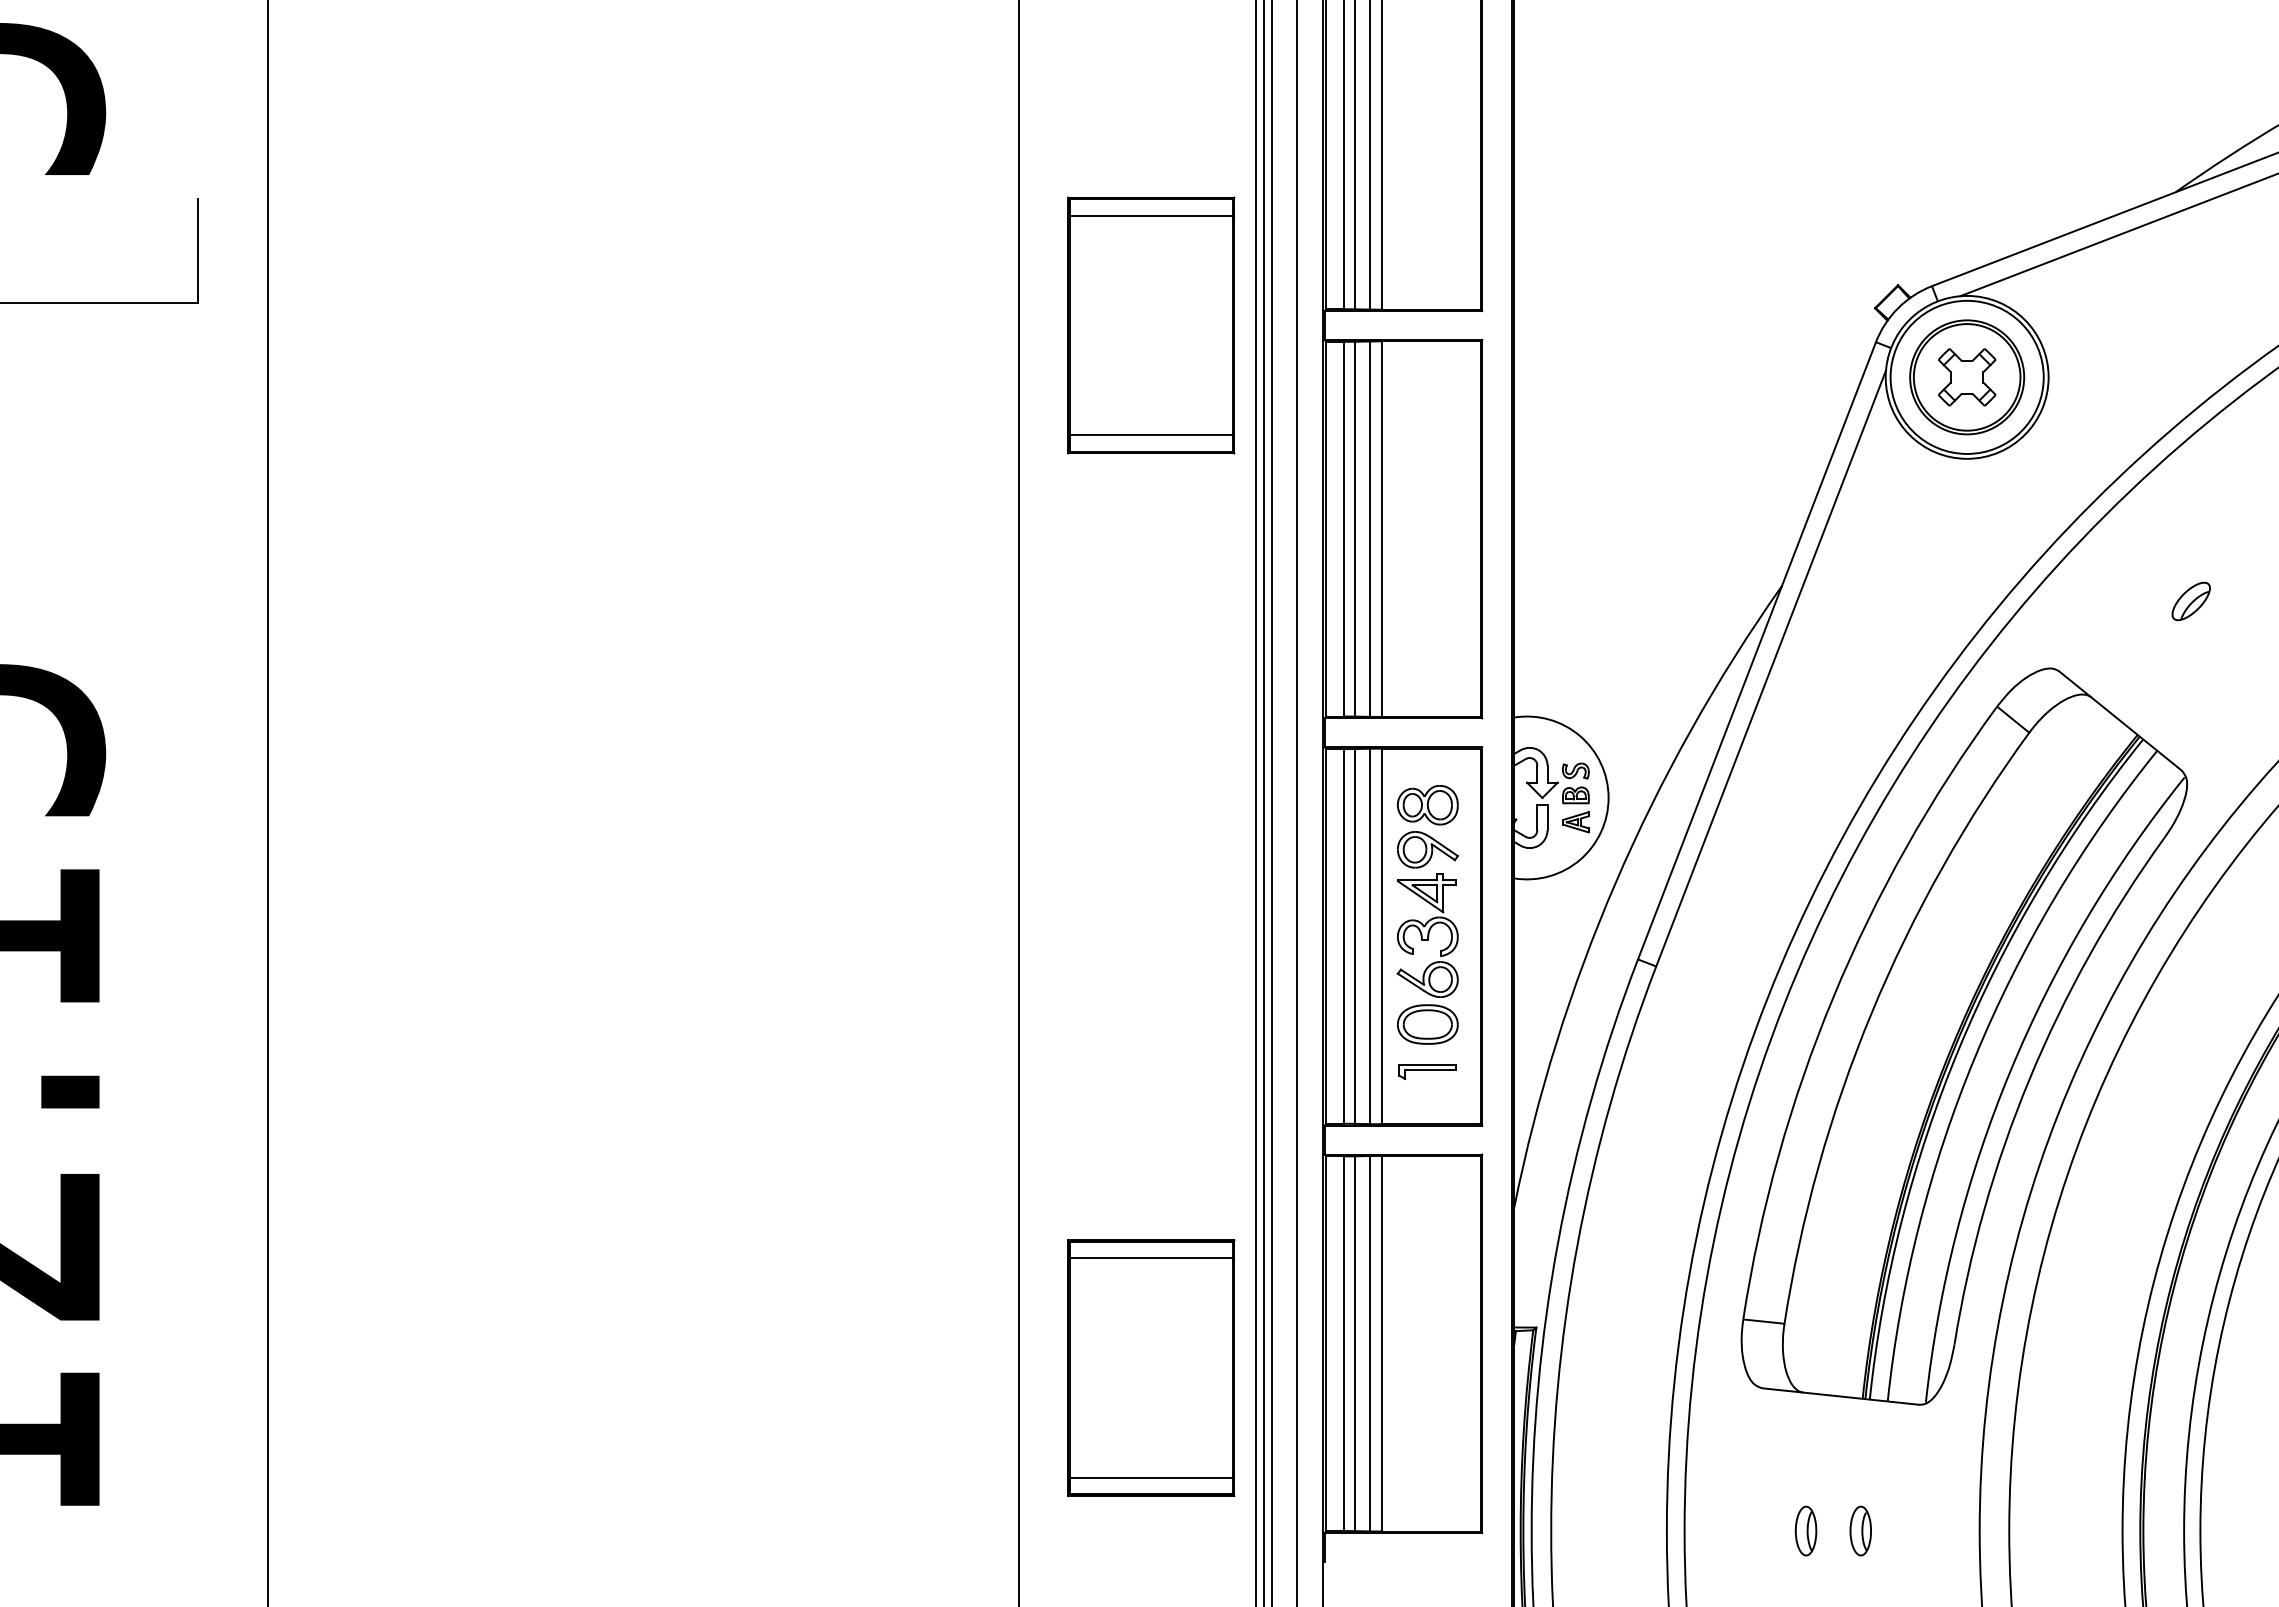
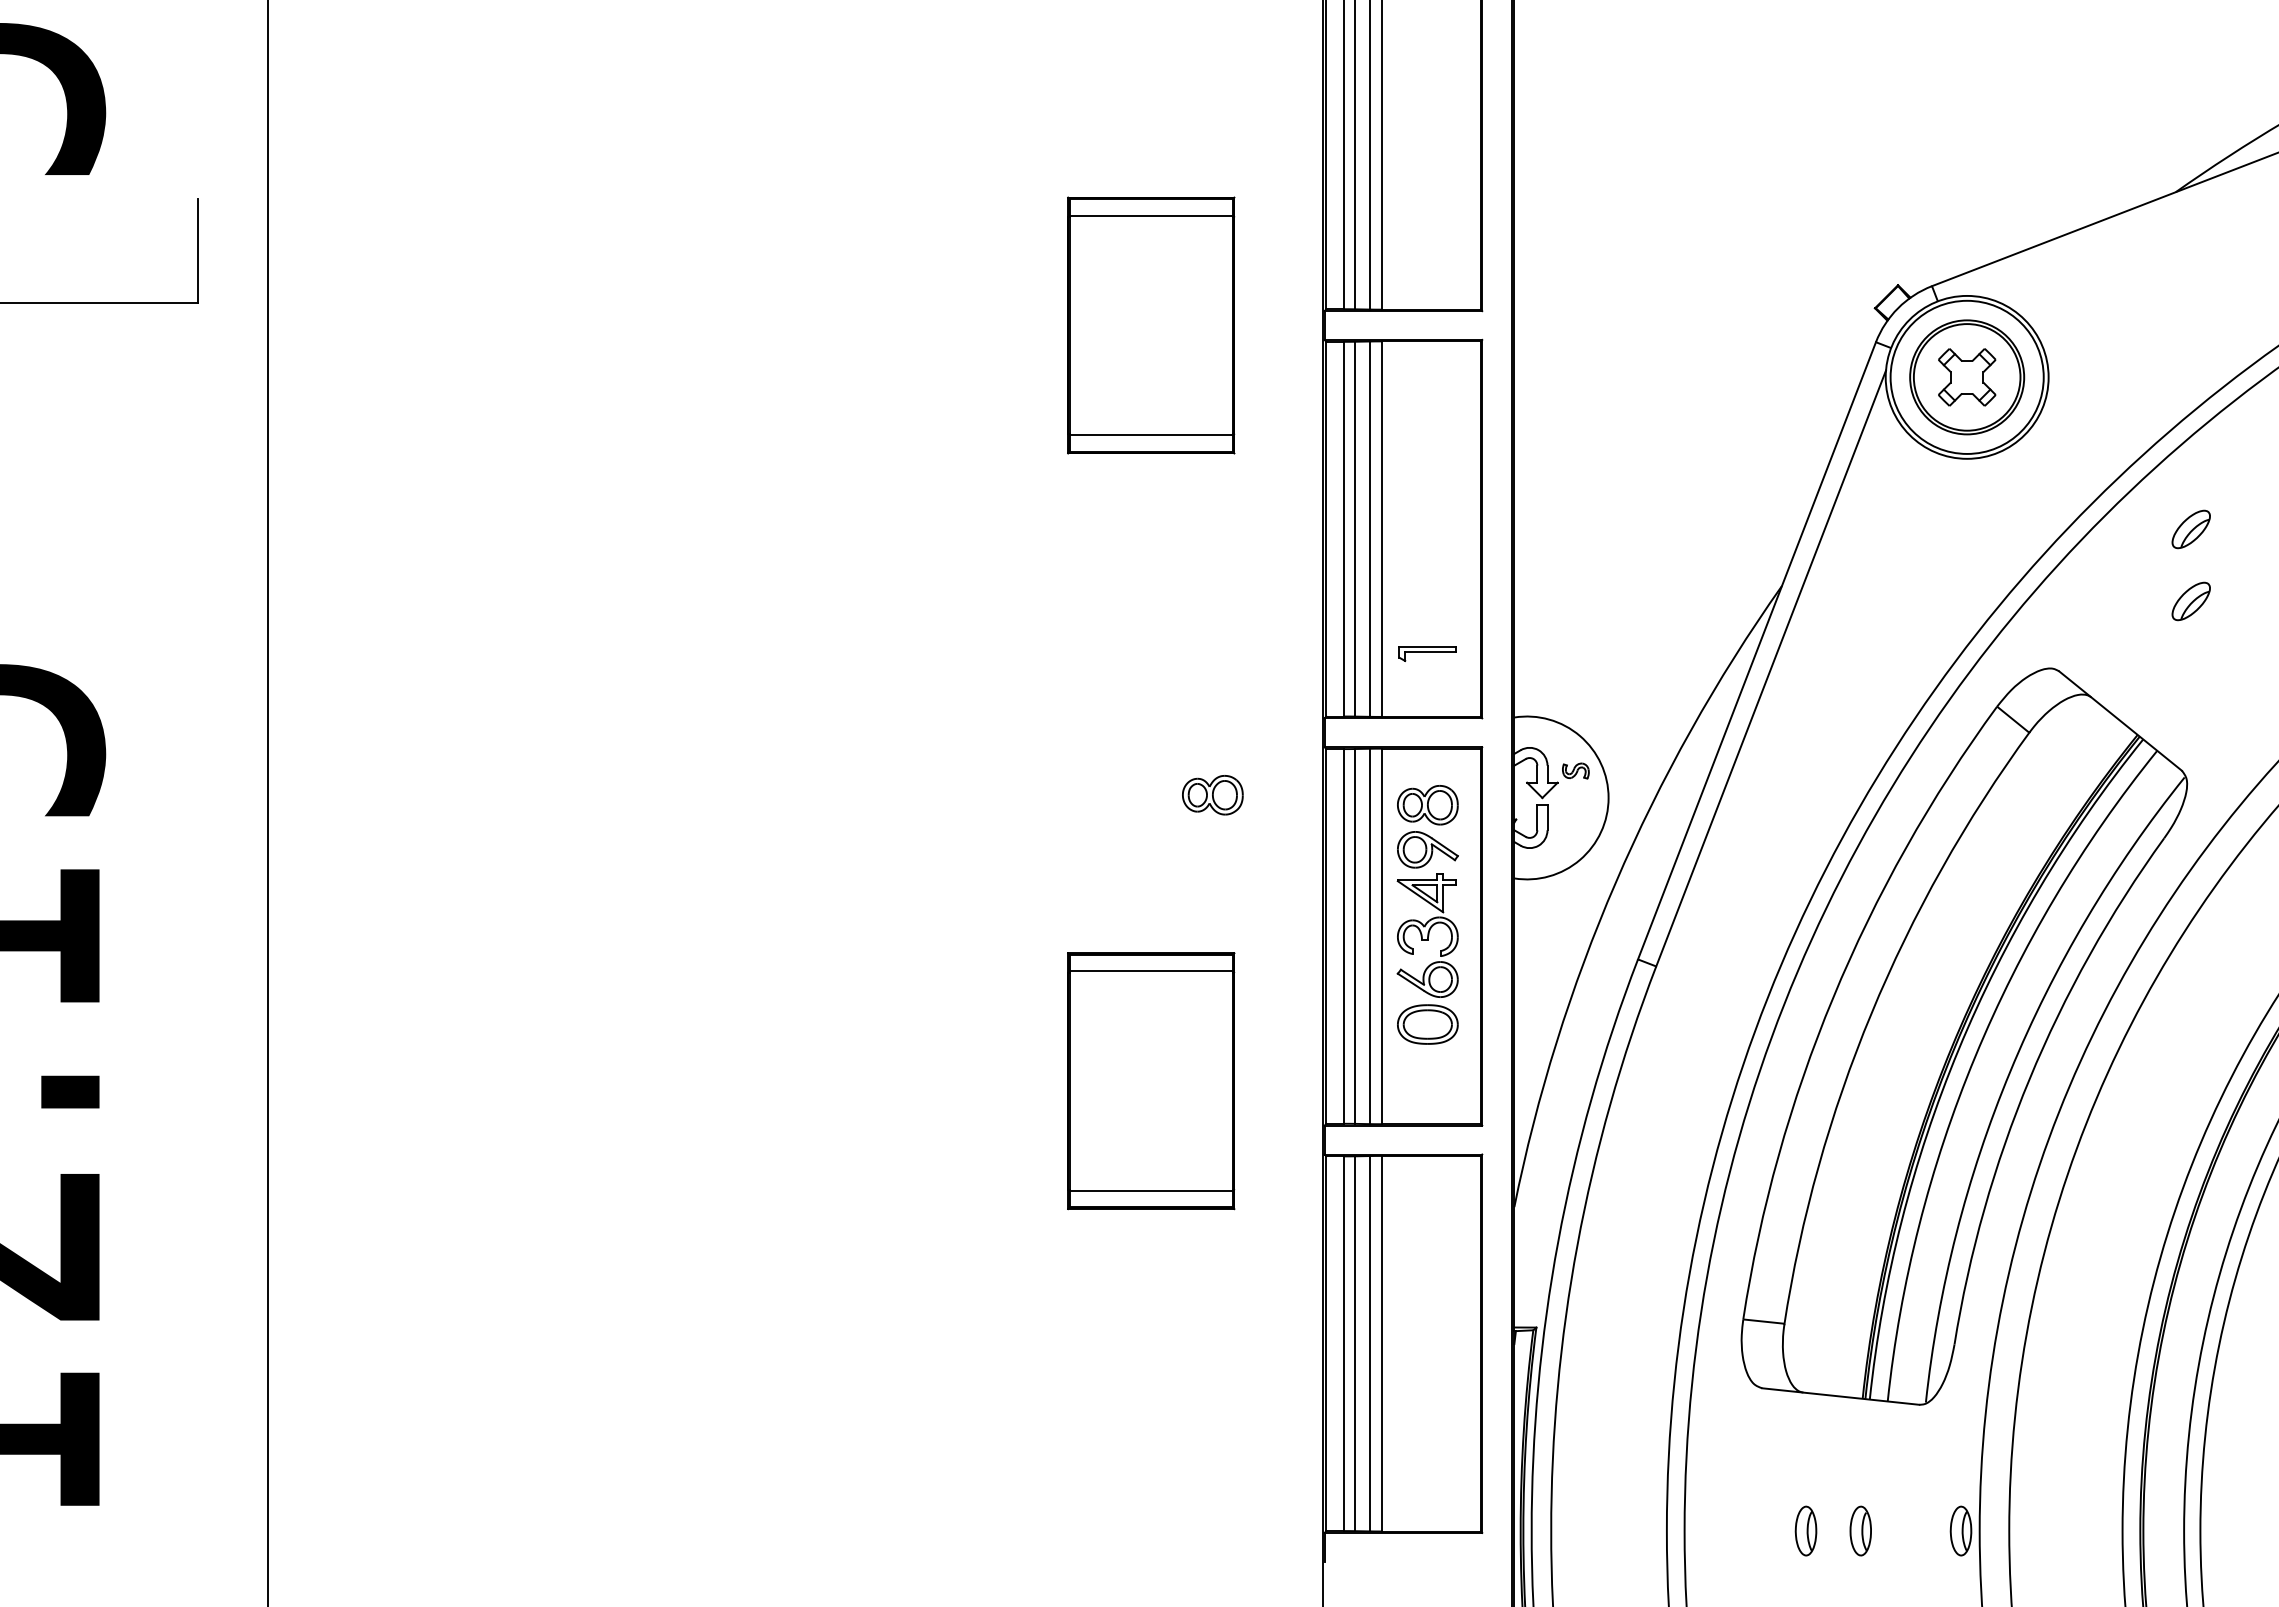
line at (2117, 235): present -> none
part at (2190, 529): none -> present
part at (1212, 795): none -> present
line at (1019, 802): present -> none
line at (1255, 802): present -> none
line at (1263, 802): present -> none
line at (1271, 802): present -> none
line at (1297, 802): present -> none
part at (1575, 809): present -> none
part at (1427, 1071) position: (1427, 1071) -> (1427, 653)
part at (1151, 1368) position: (1151, 1368) -> (1151, 1081)
part at (1960, 1530): none -> present
